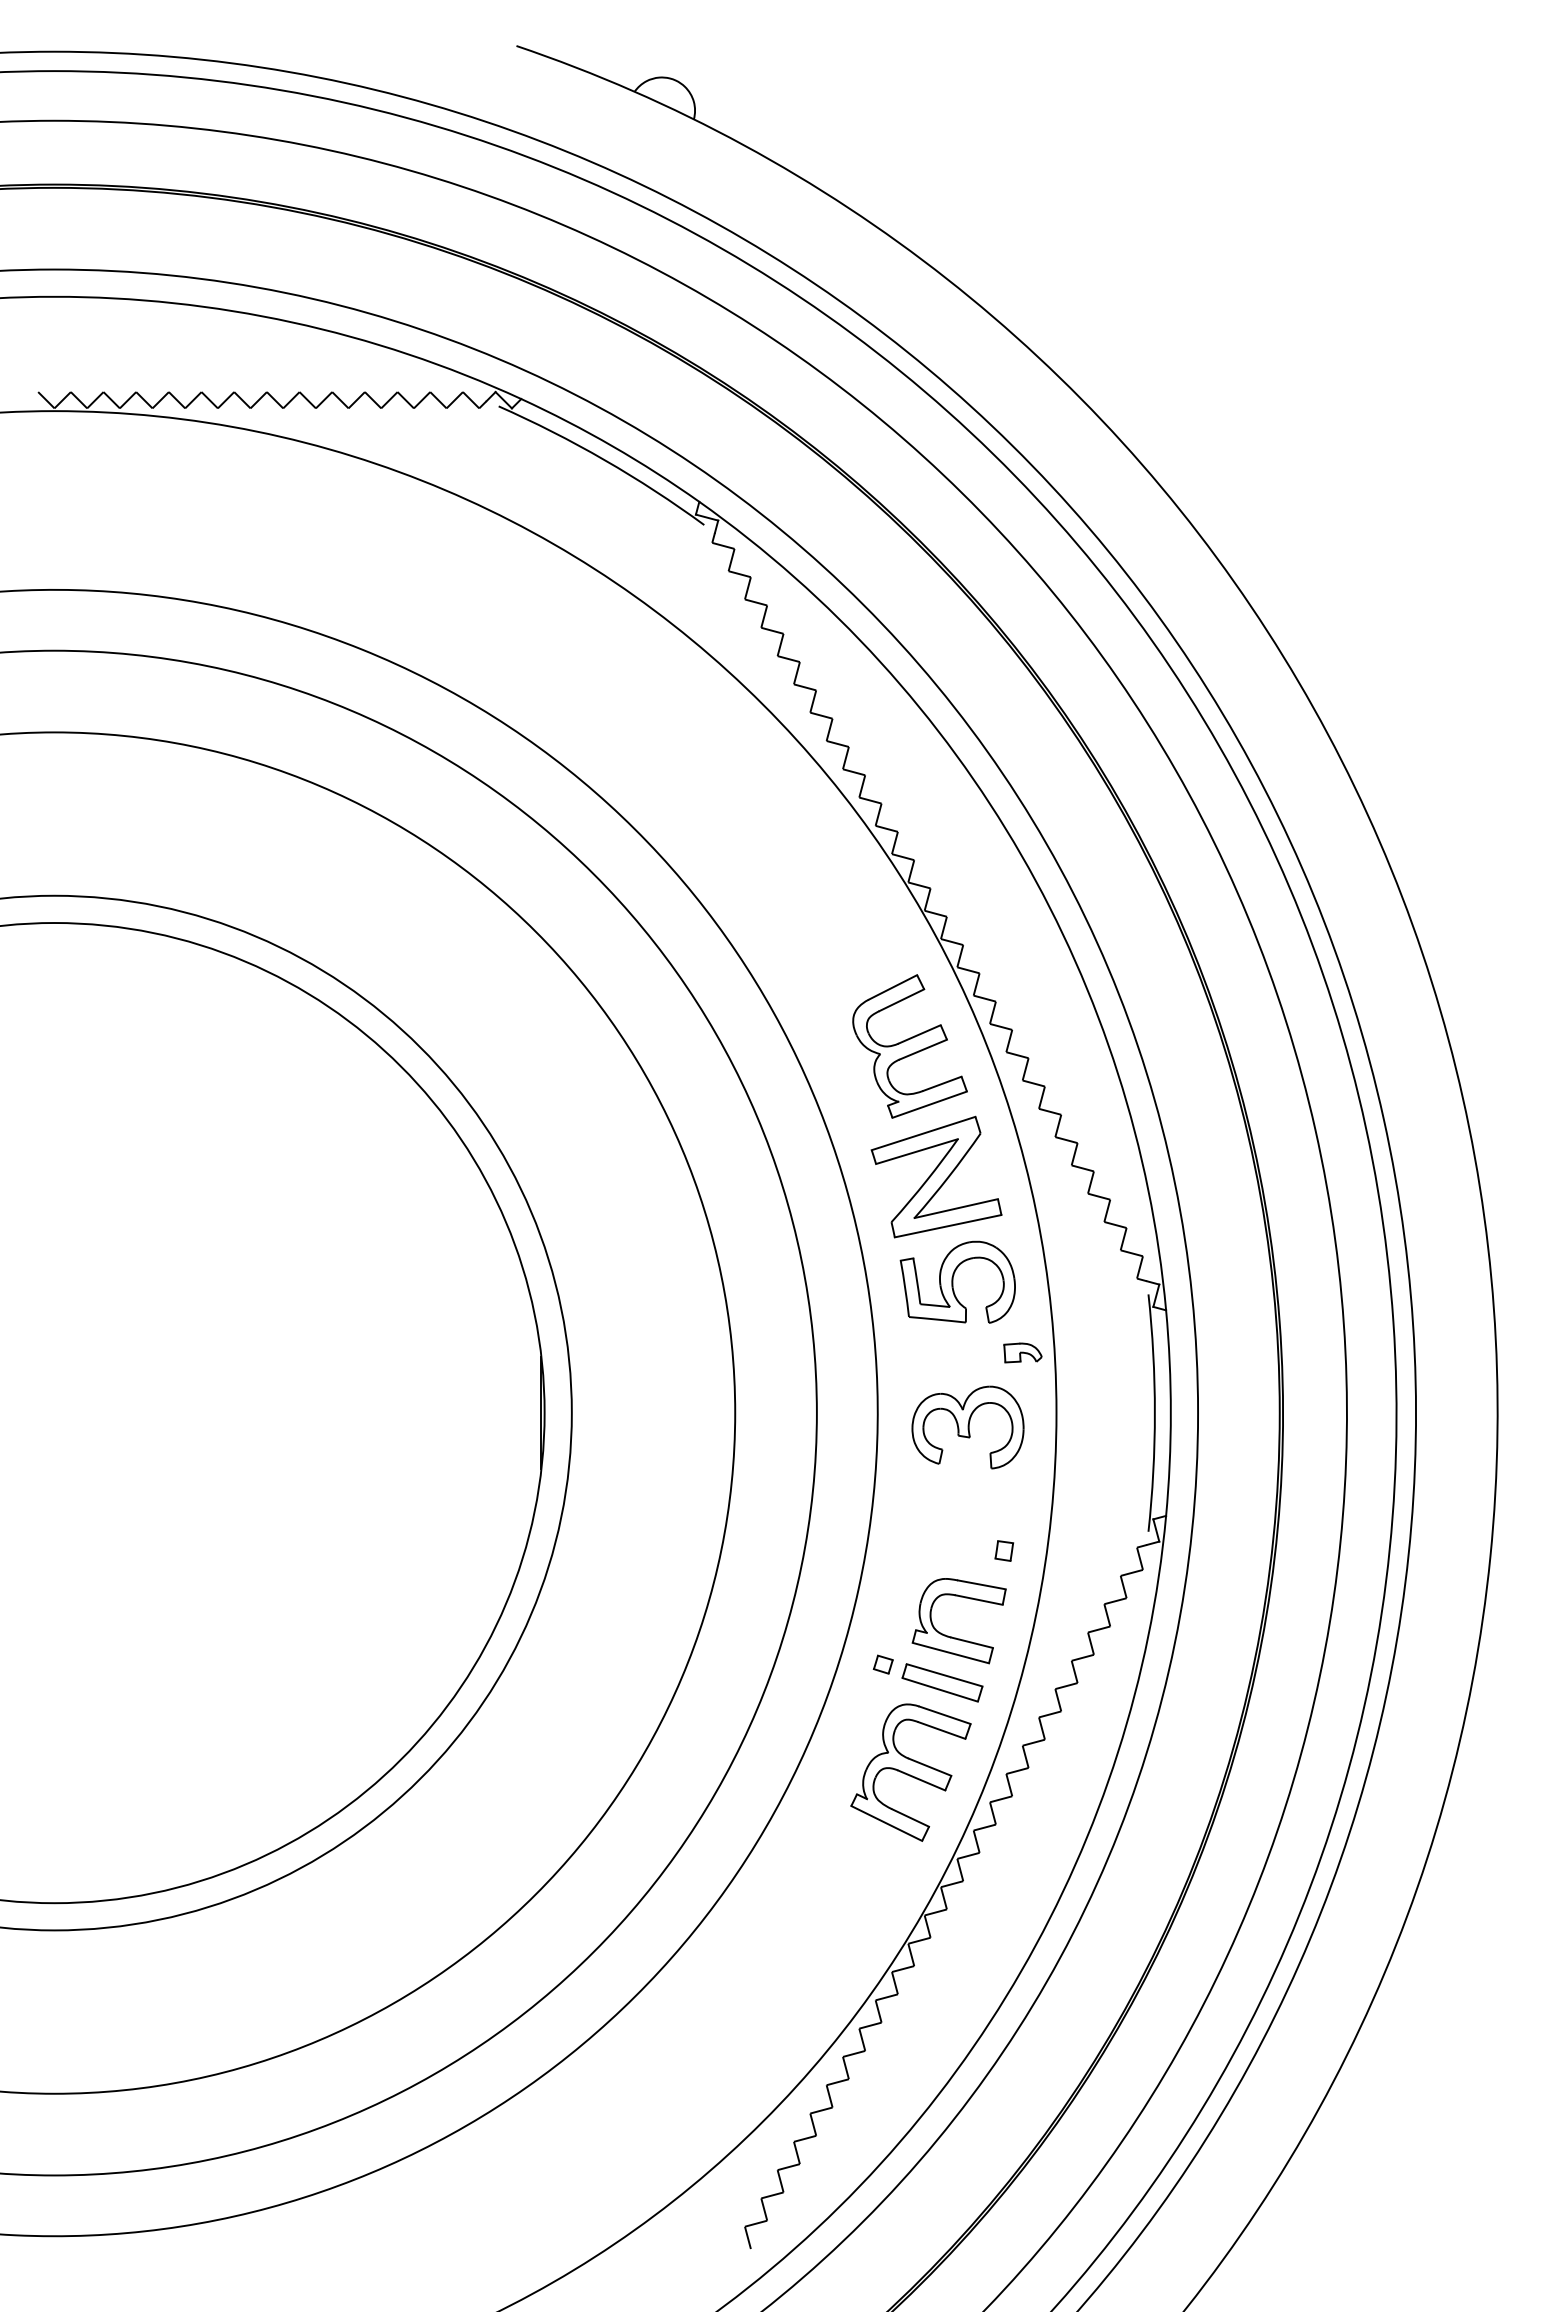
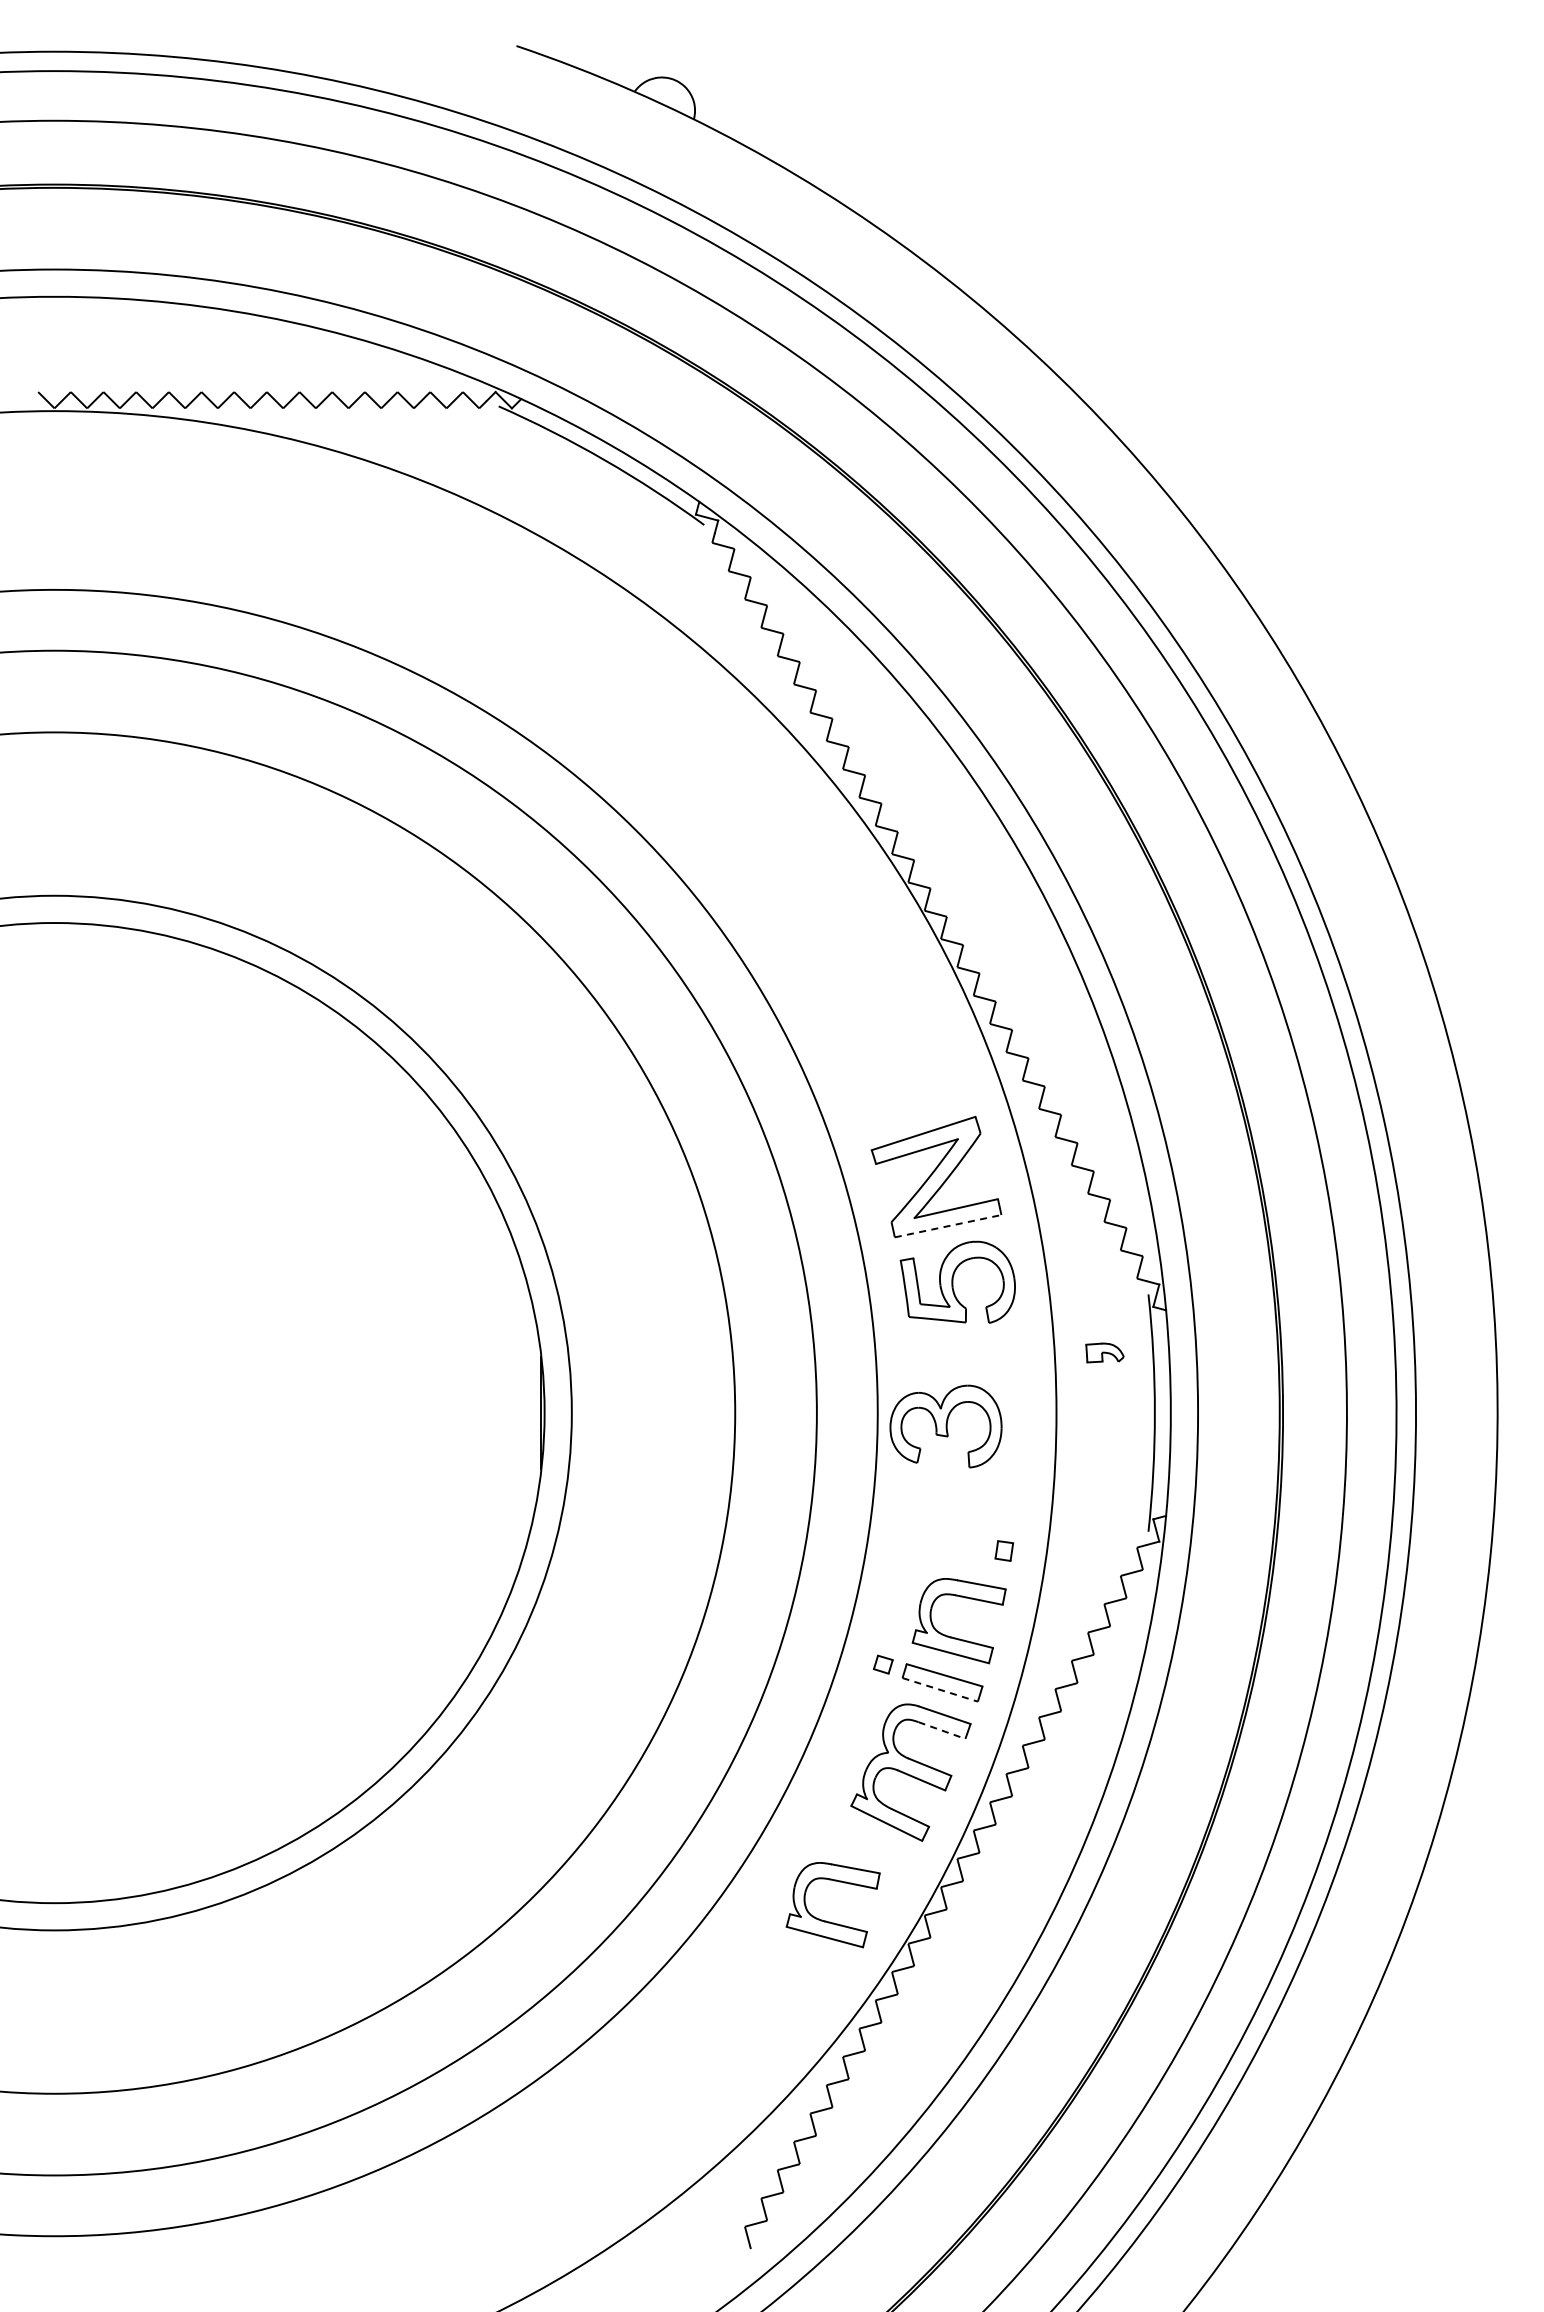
part at (909, 1046): present -> none
line at (948, 1226): solid -> dashed
part at (1022, 1352) position: (1022, 1352) -> (1104, 1352)
part at (967, 1427) position: (967, 1427) -> (945, 1426)
line at (940, 1690): solid -> dashed
line at (941, 1730): solid -> dashed
part at (830, 1921): none -> present
